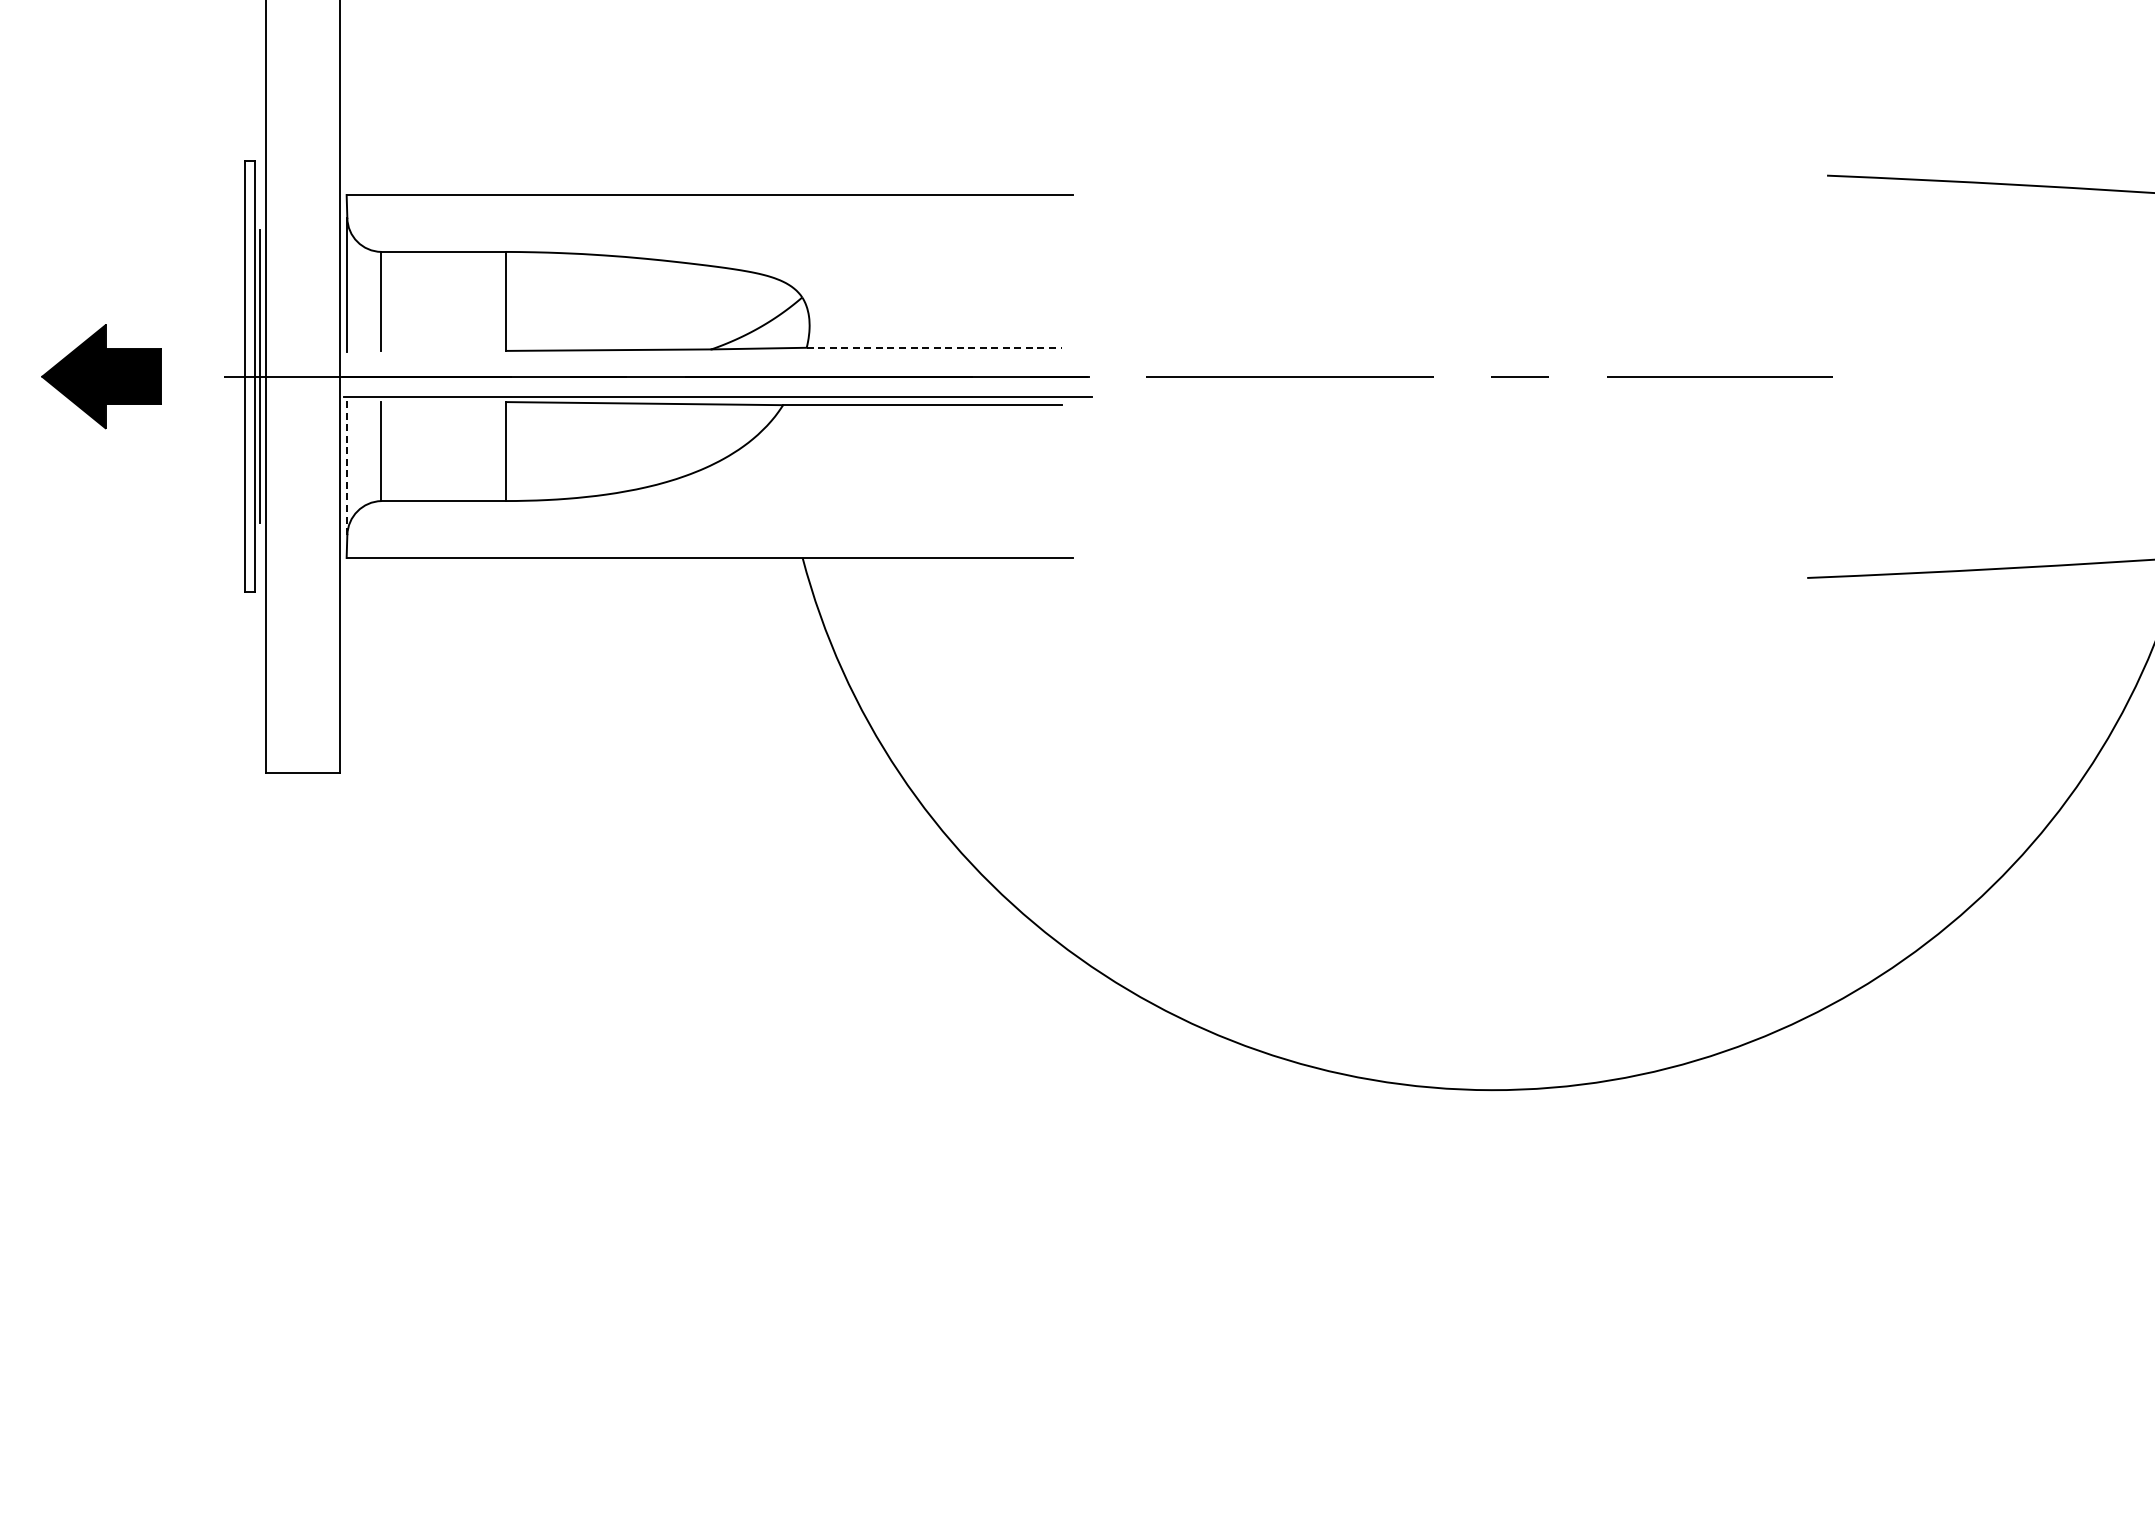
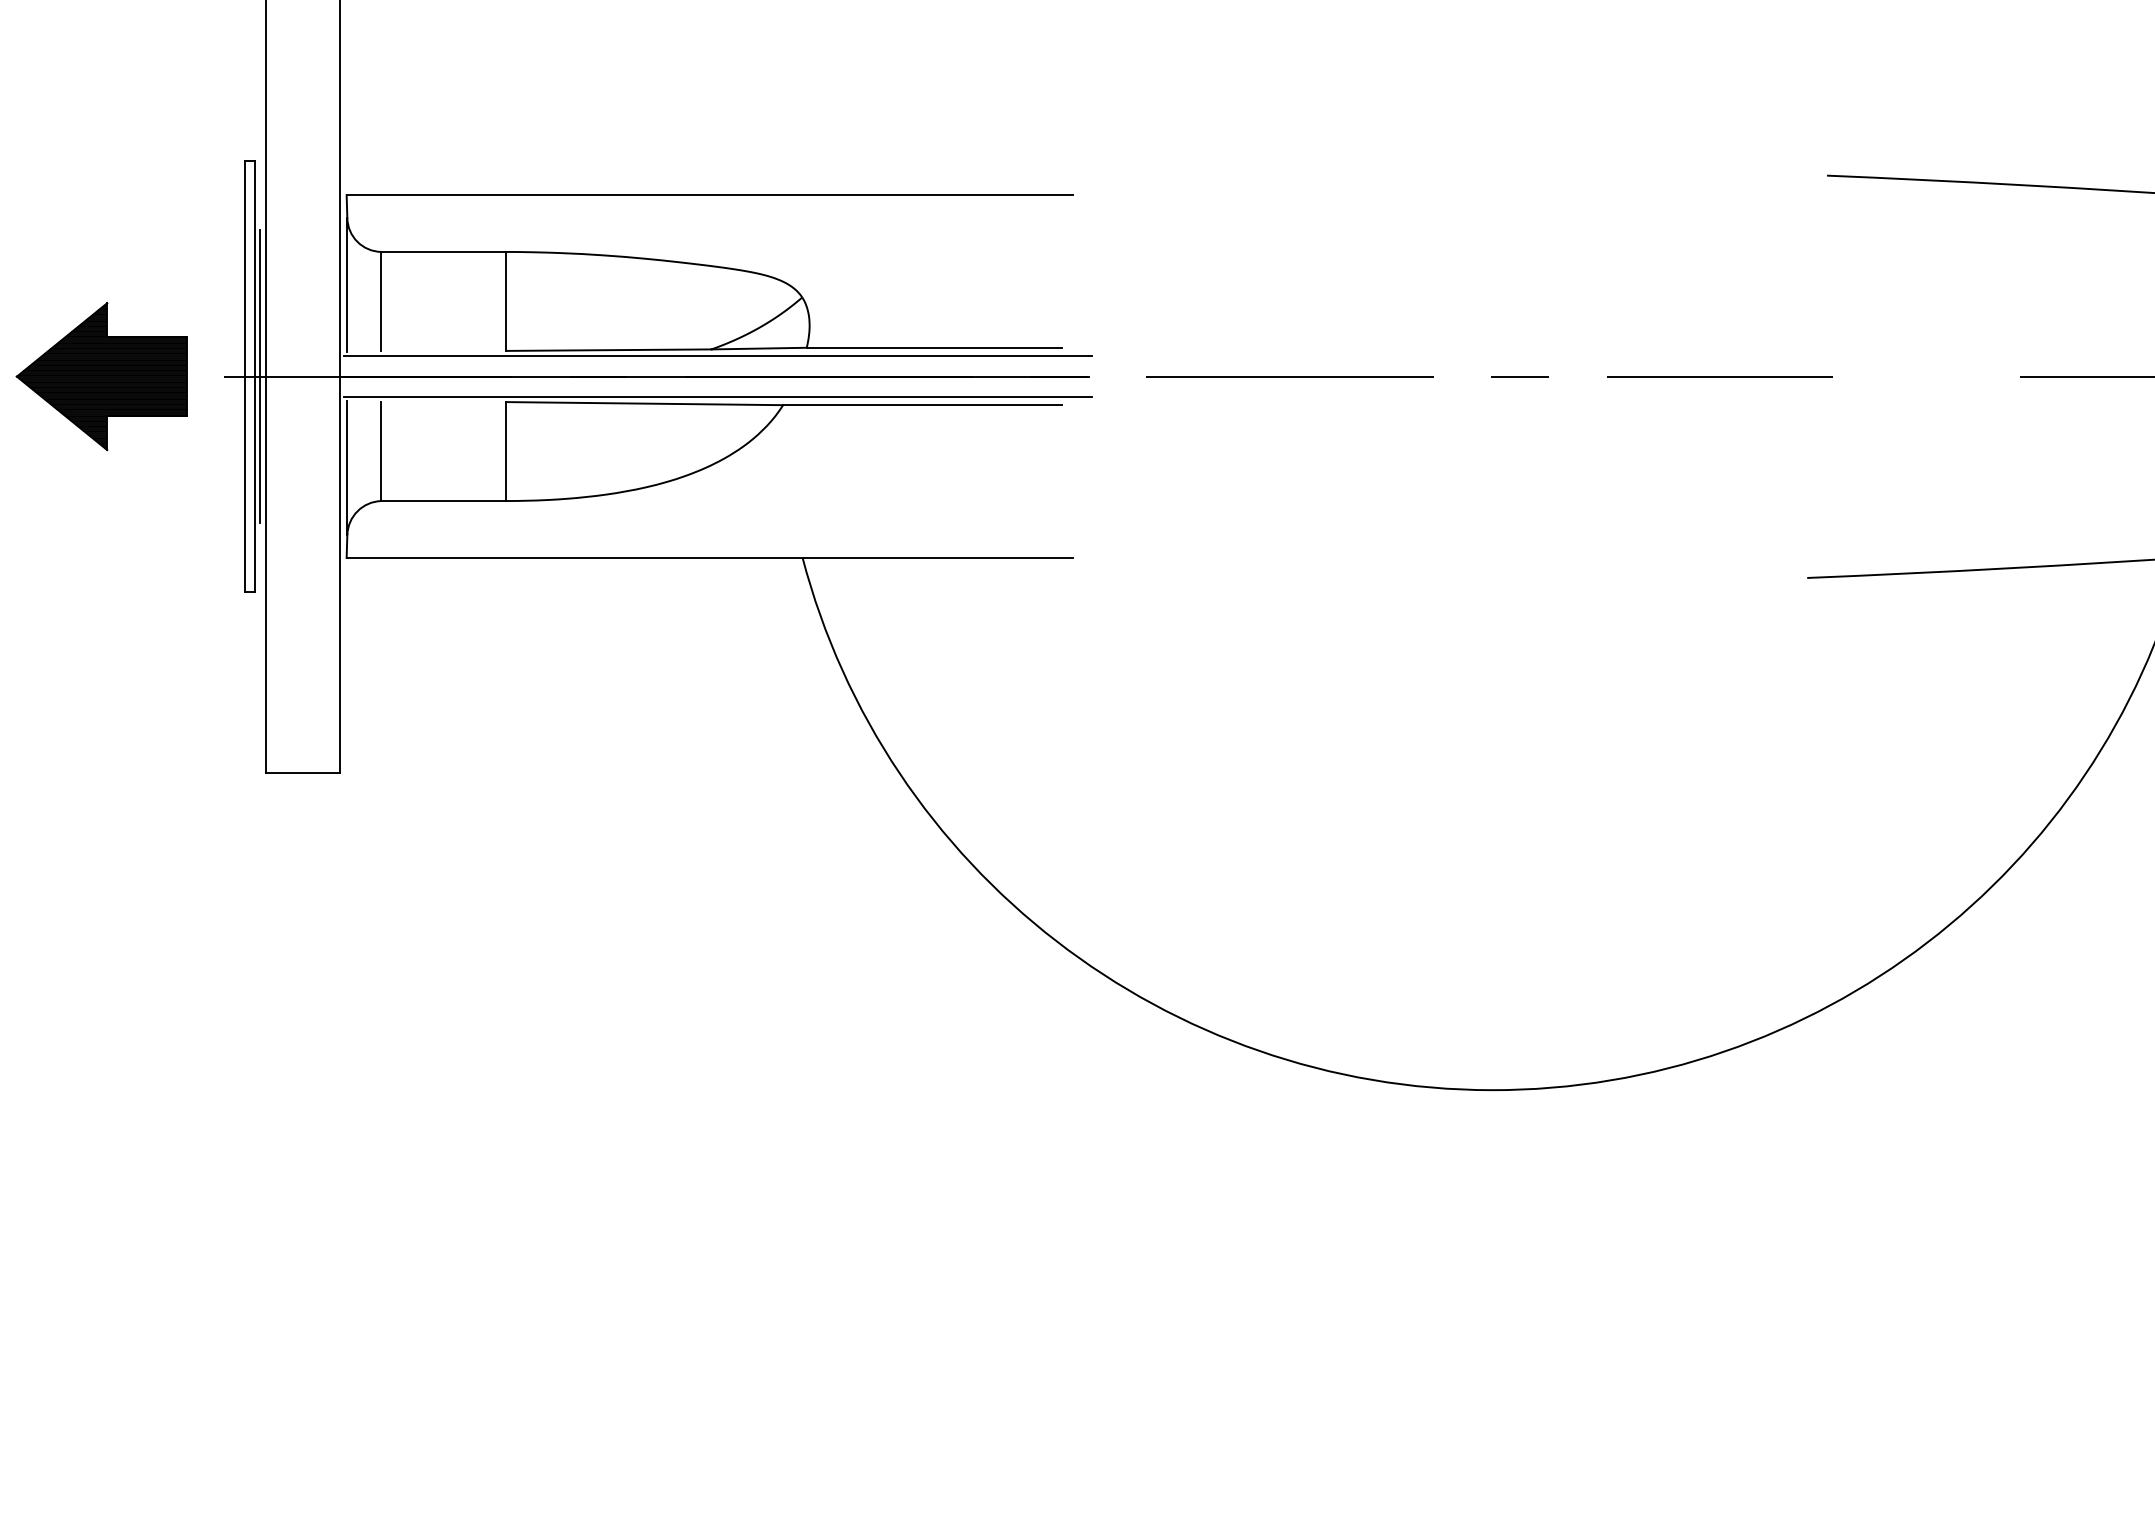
line at (934, 347): dashed -> solid
line at (717, 356): none -> present
part at (101, 376) size: 121x106 px -> 173x150 px
line at (2085, 376): none -> present
line at (347, 467): dashed -> solid
